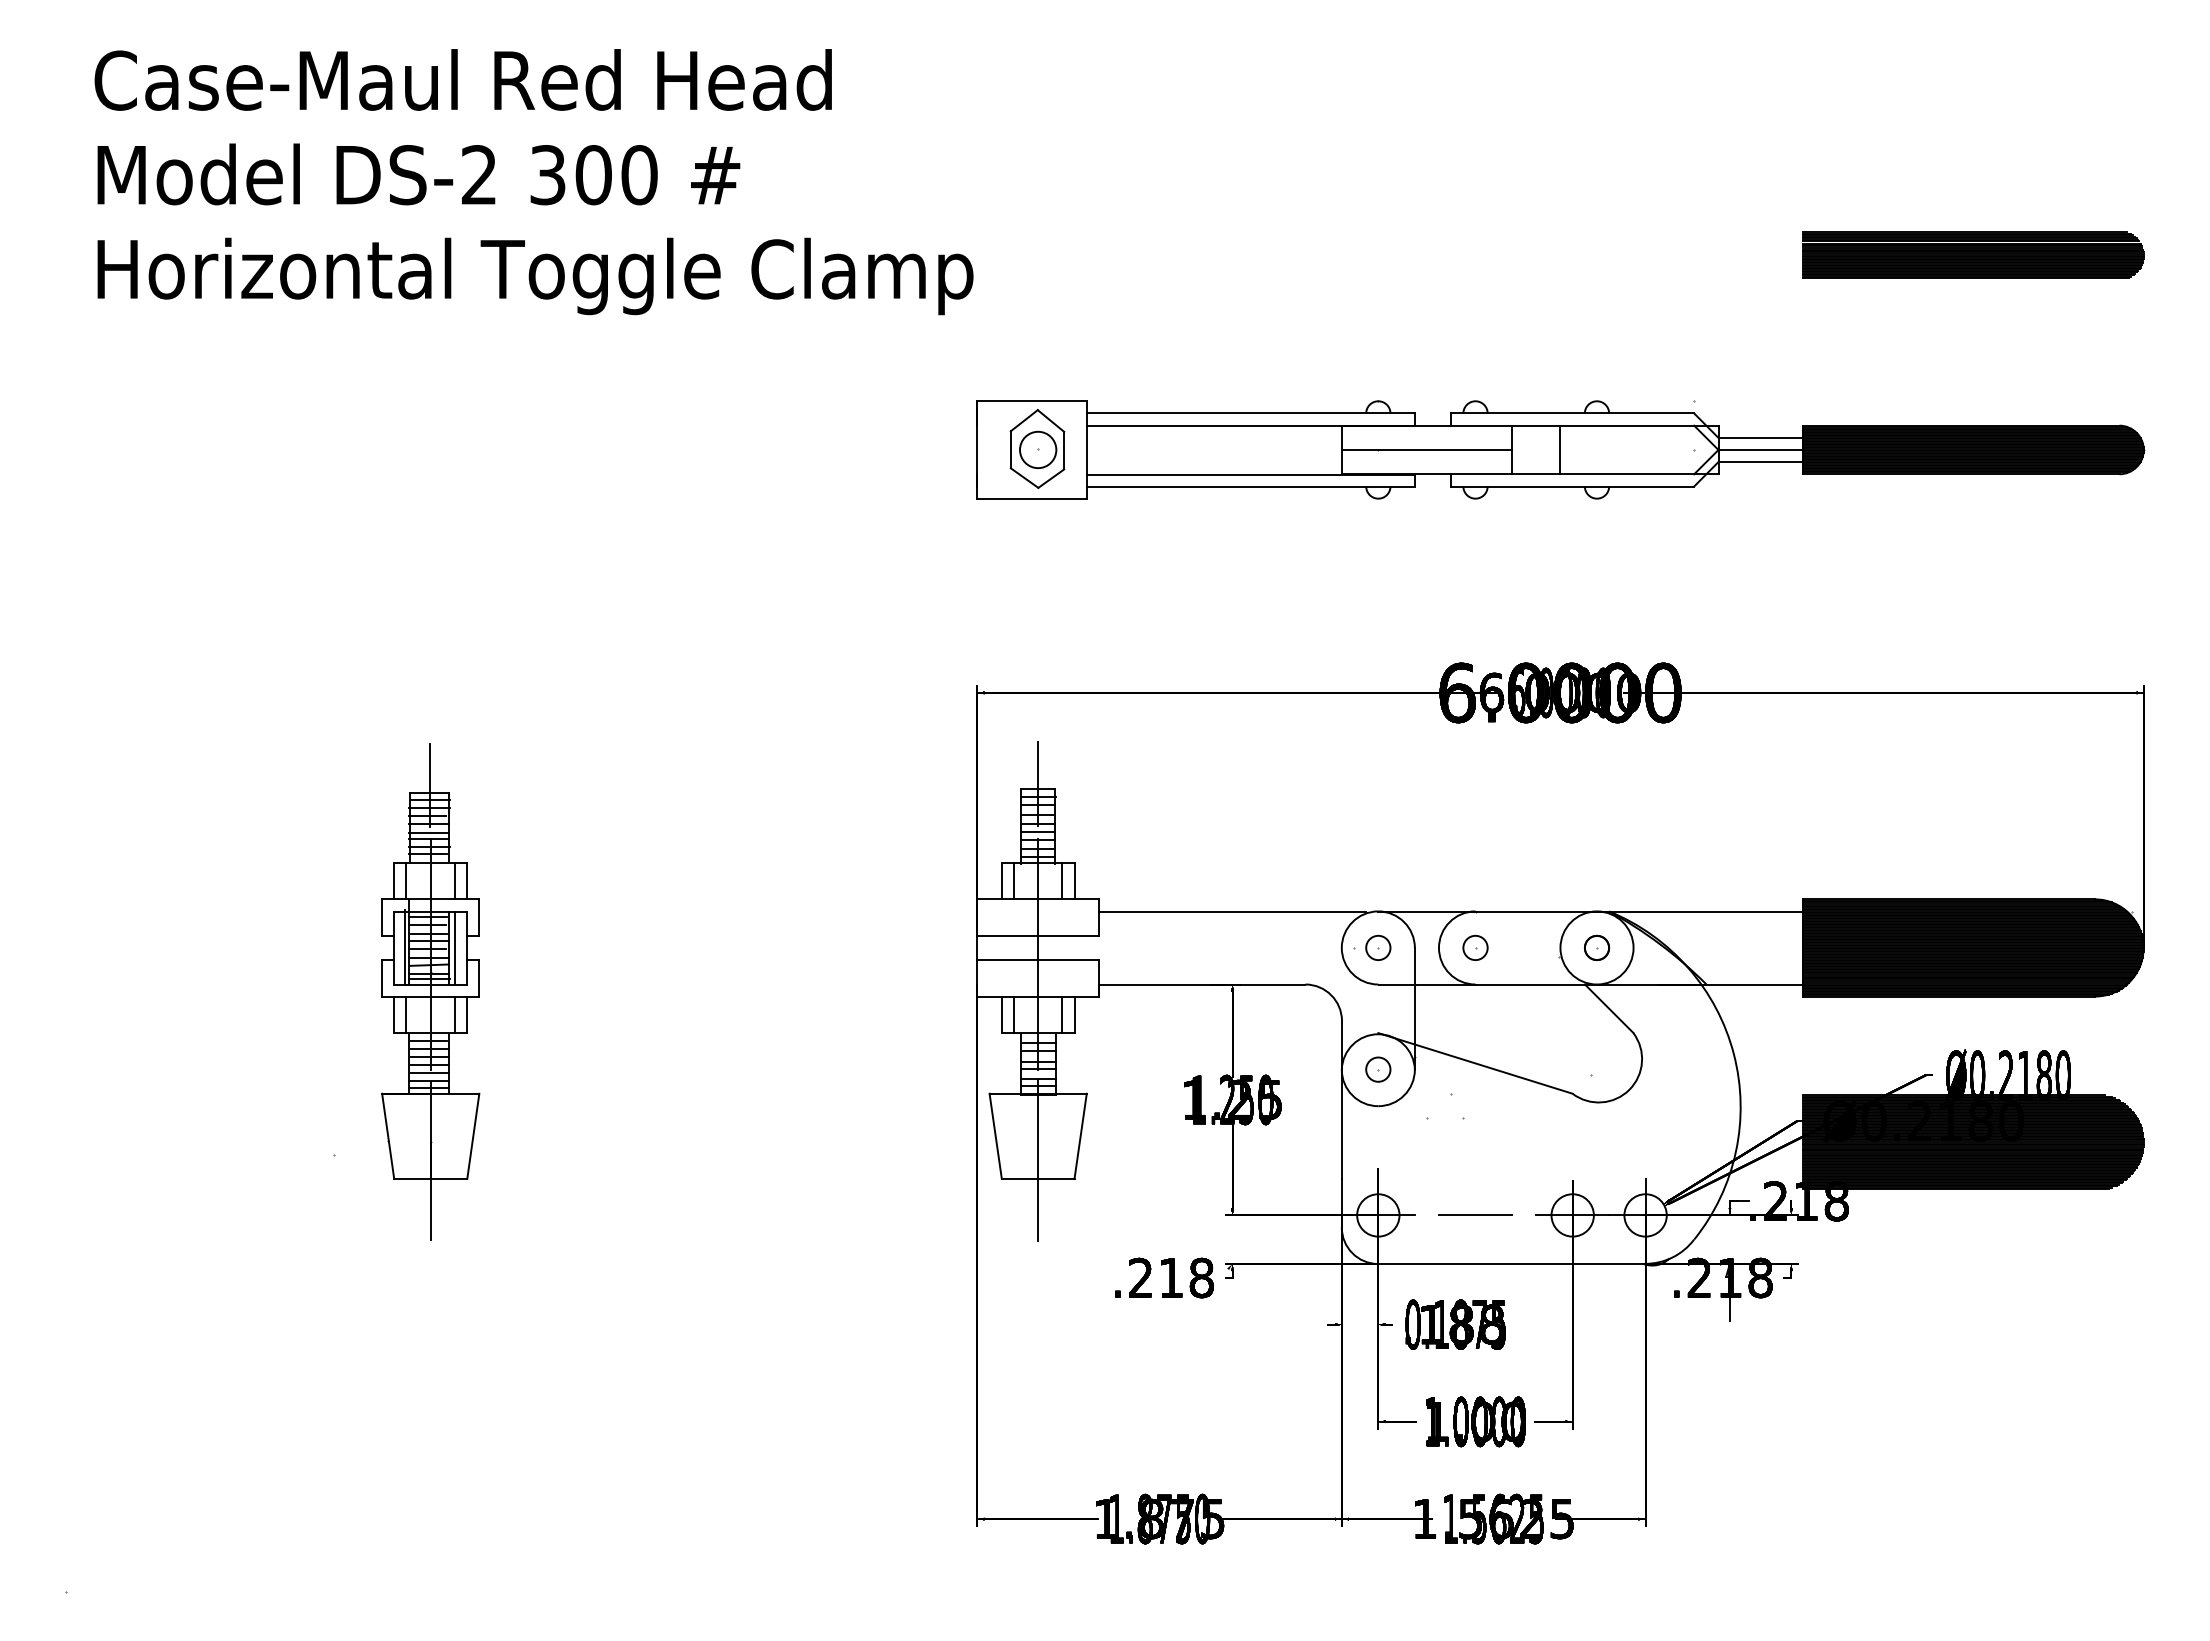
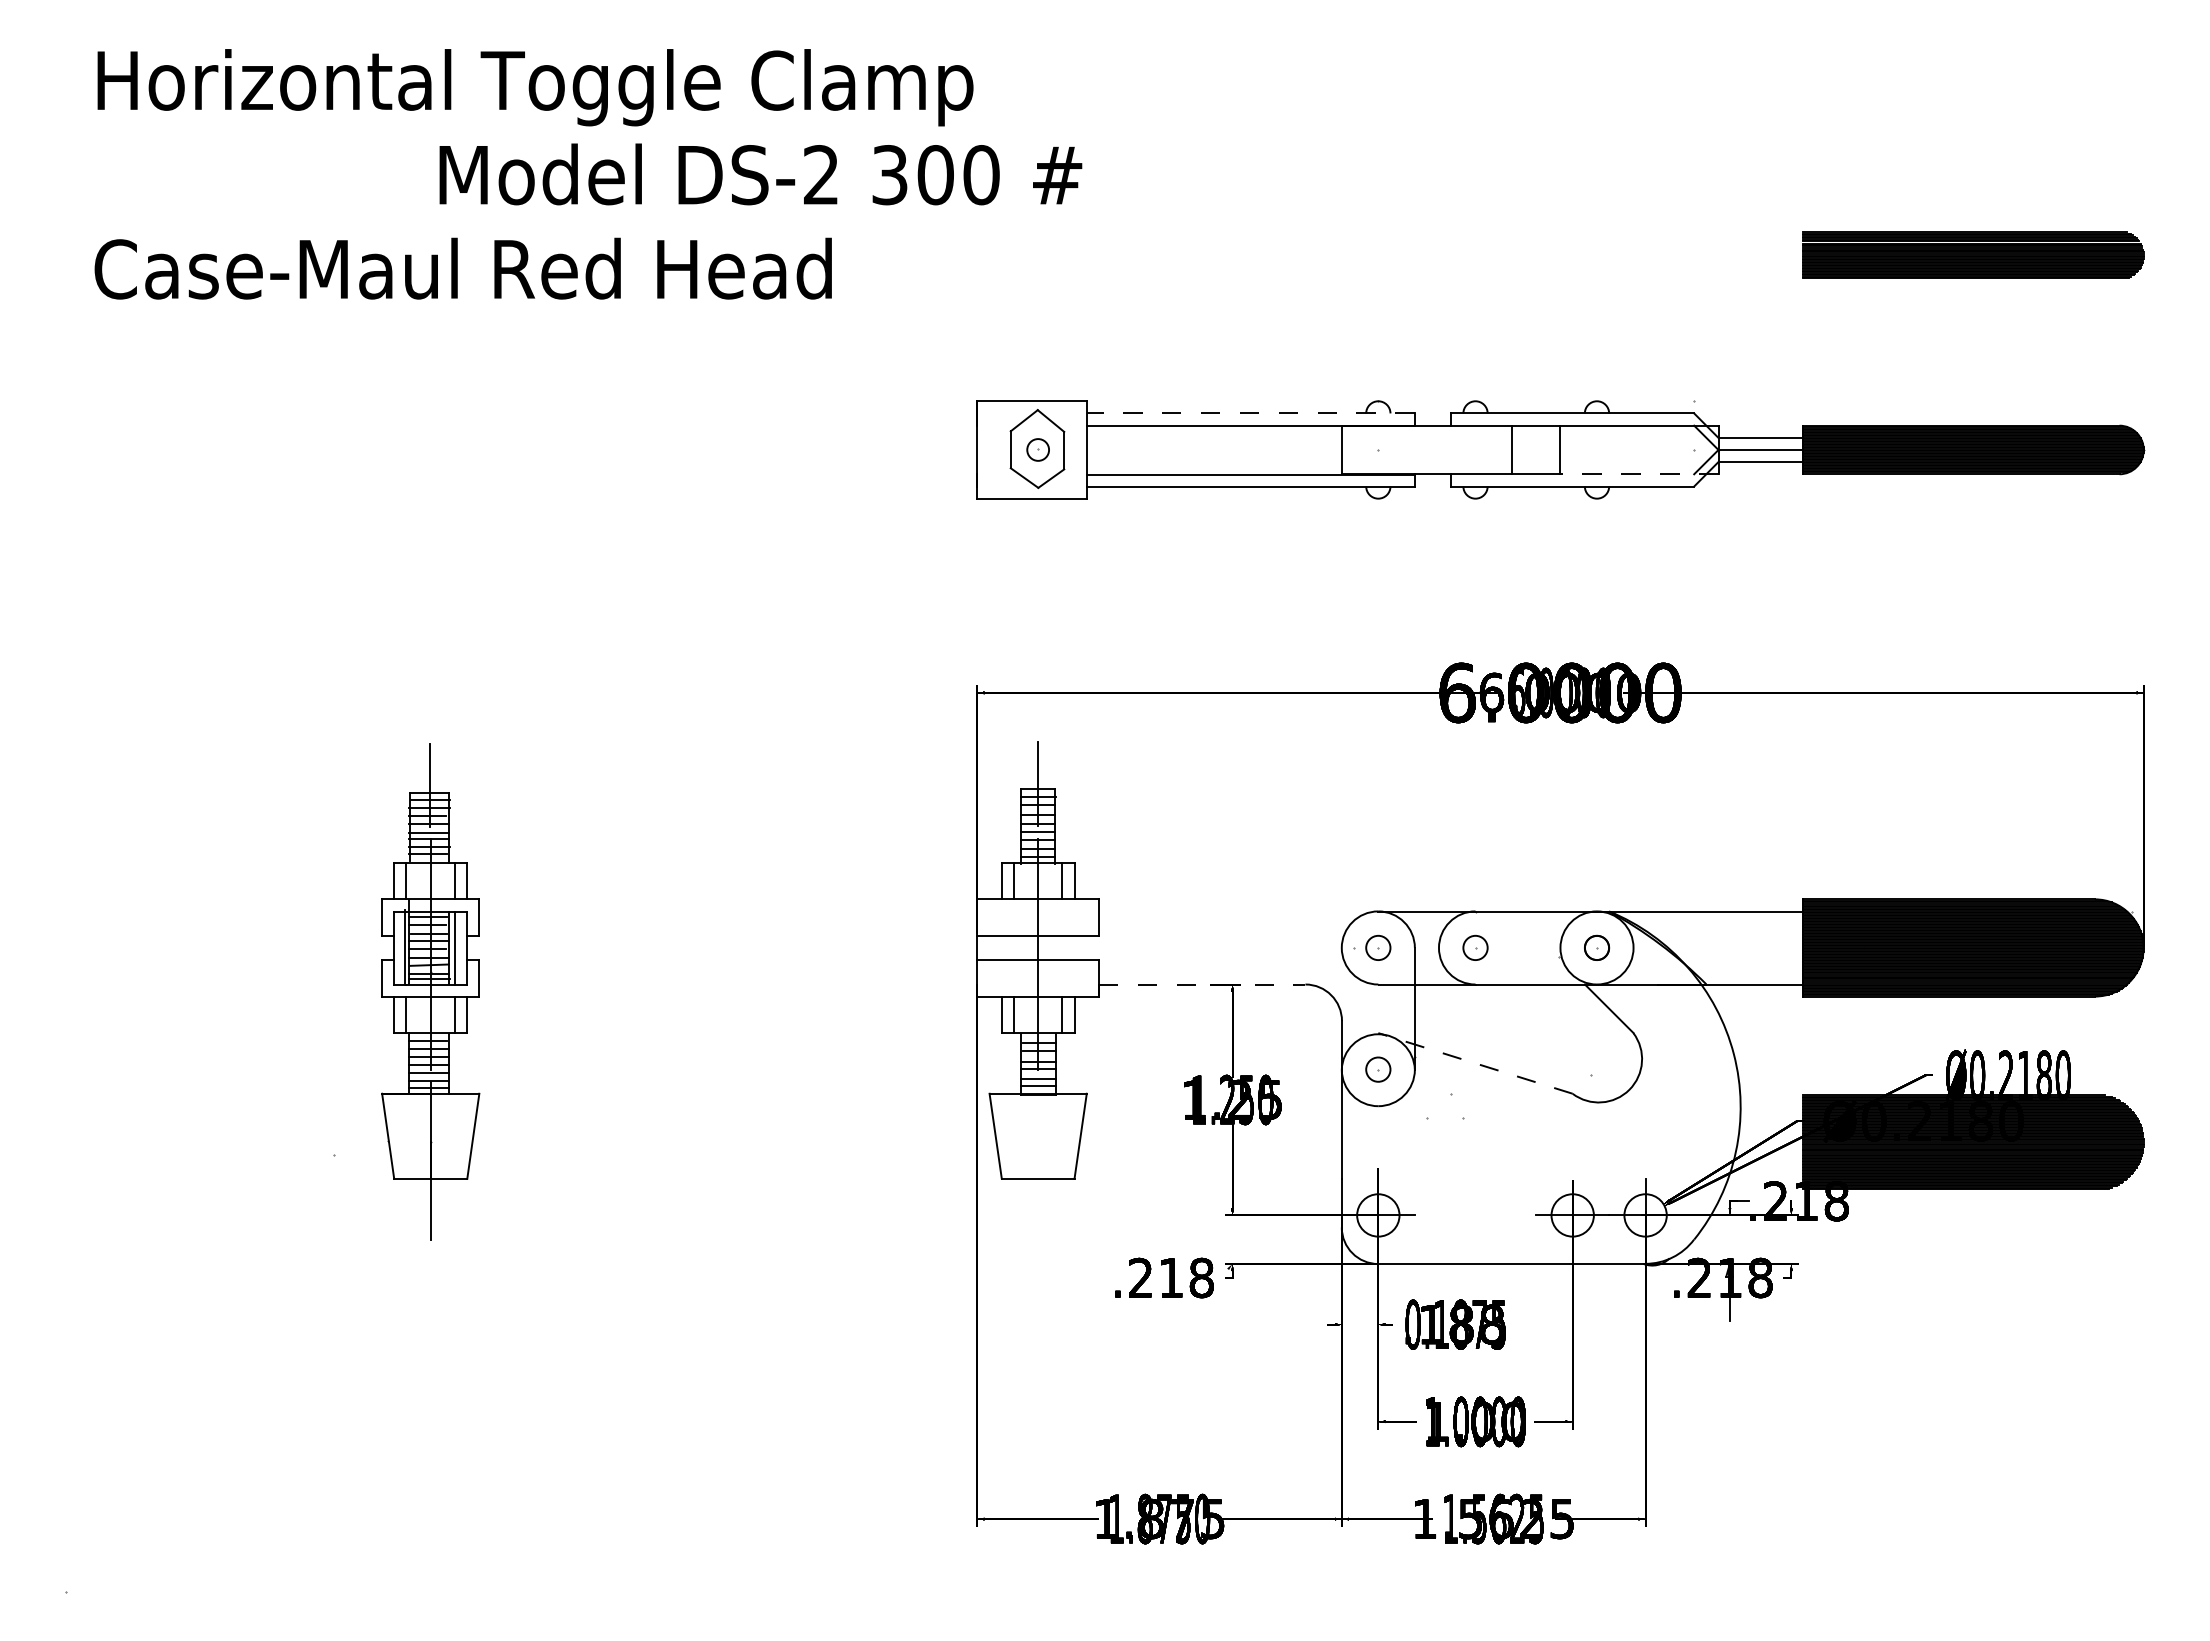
text at (533, 87): Case-Maul Red Head -> Horizontal Toggle Clamp
text at (418, 174) position: (418, 174) -> (760, 174)
text at (533, 276): Horizontal Toggle Clamp -> Case-Maul Red Head
line at (1250, 413): solid -> dashed
circle at (1038, 449) diameter: 36 px -> 22 px
line at (1426, 449): present -> none
line at (1638, 474): solid -> dashed
line at (1232, 911): present -> none
line at (1202, 984): solid -> dashed
line at (1475, 1063): solid -> dashed
line at (1037, 1160): present -> none
line at (1475, 1215): present -> none
